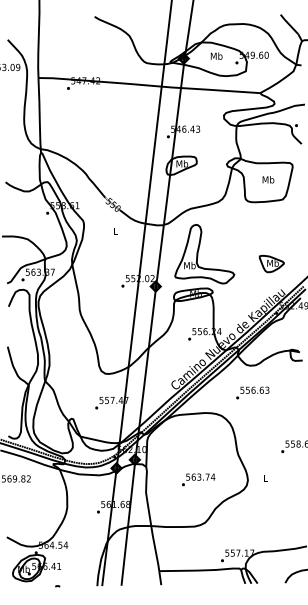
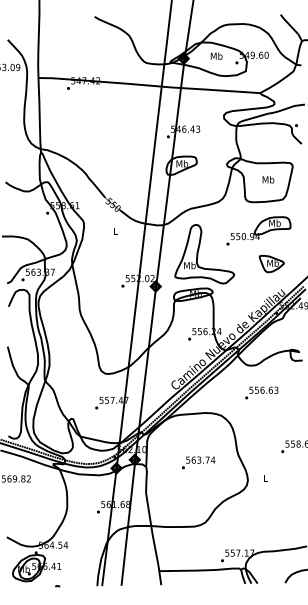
part at (258, 230): none -> present
text at (252, 392) position: (252, 392) -> (261, 392)
text at (198, 479) position: (198, 479) -> (198, 462)
